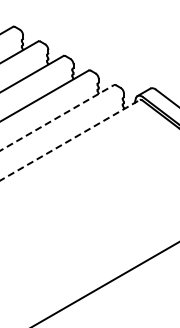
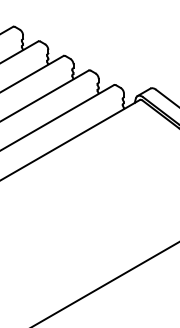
line at (57, 117): dashed -> solid
line at (70, 139): dashed -> solid
